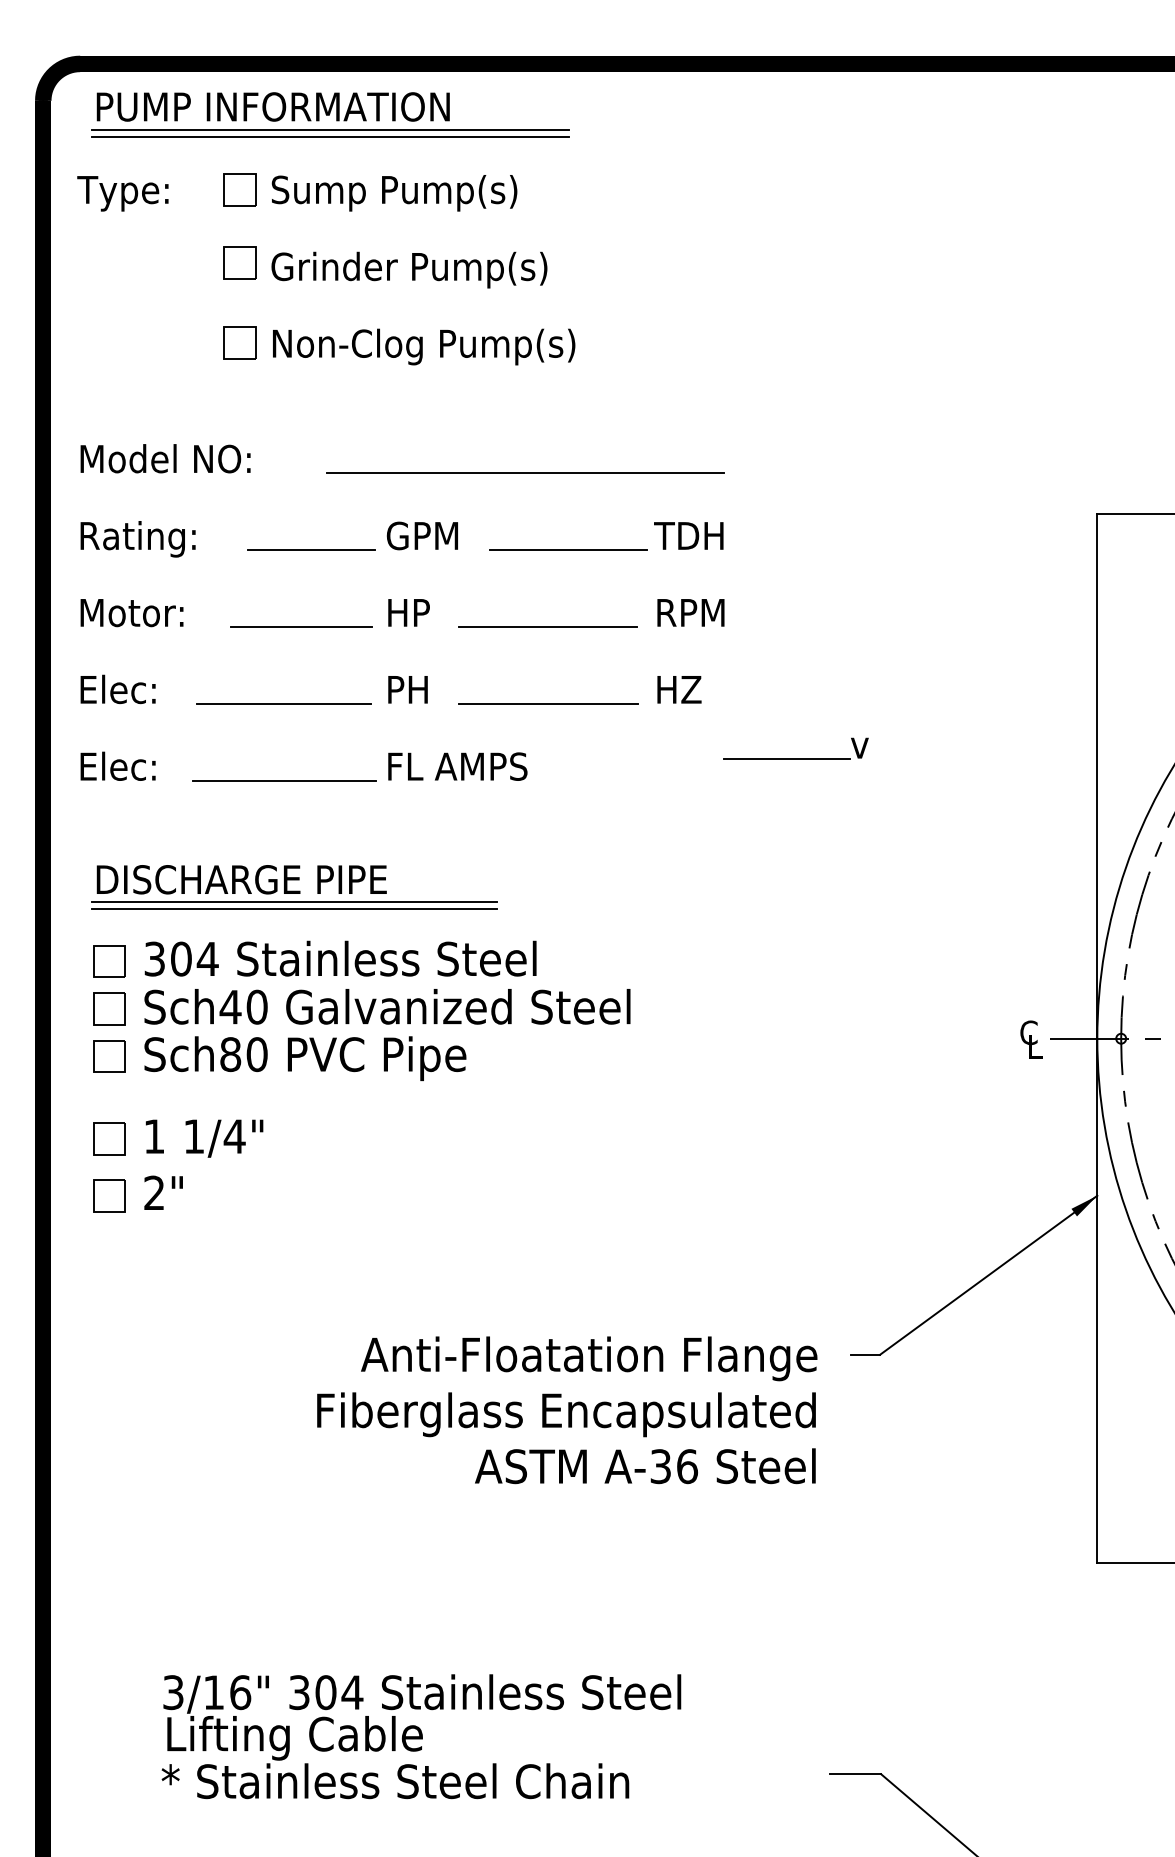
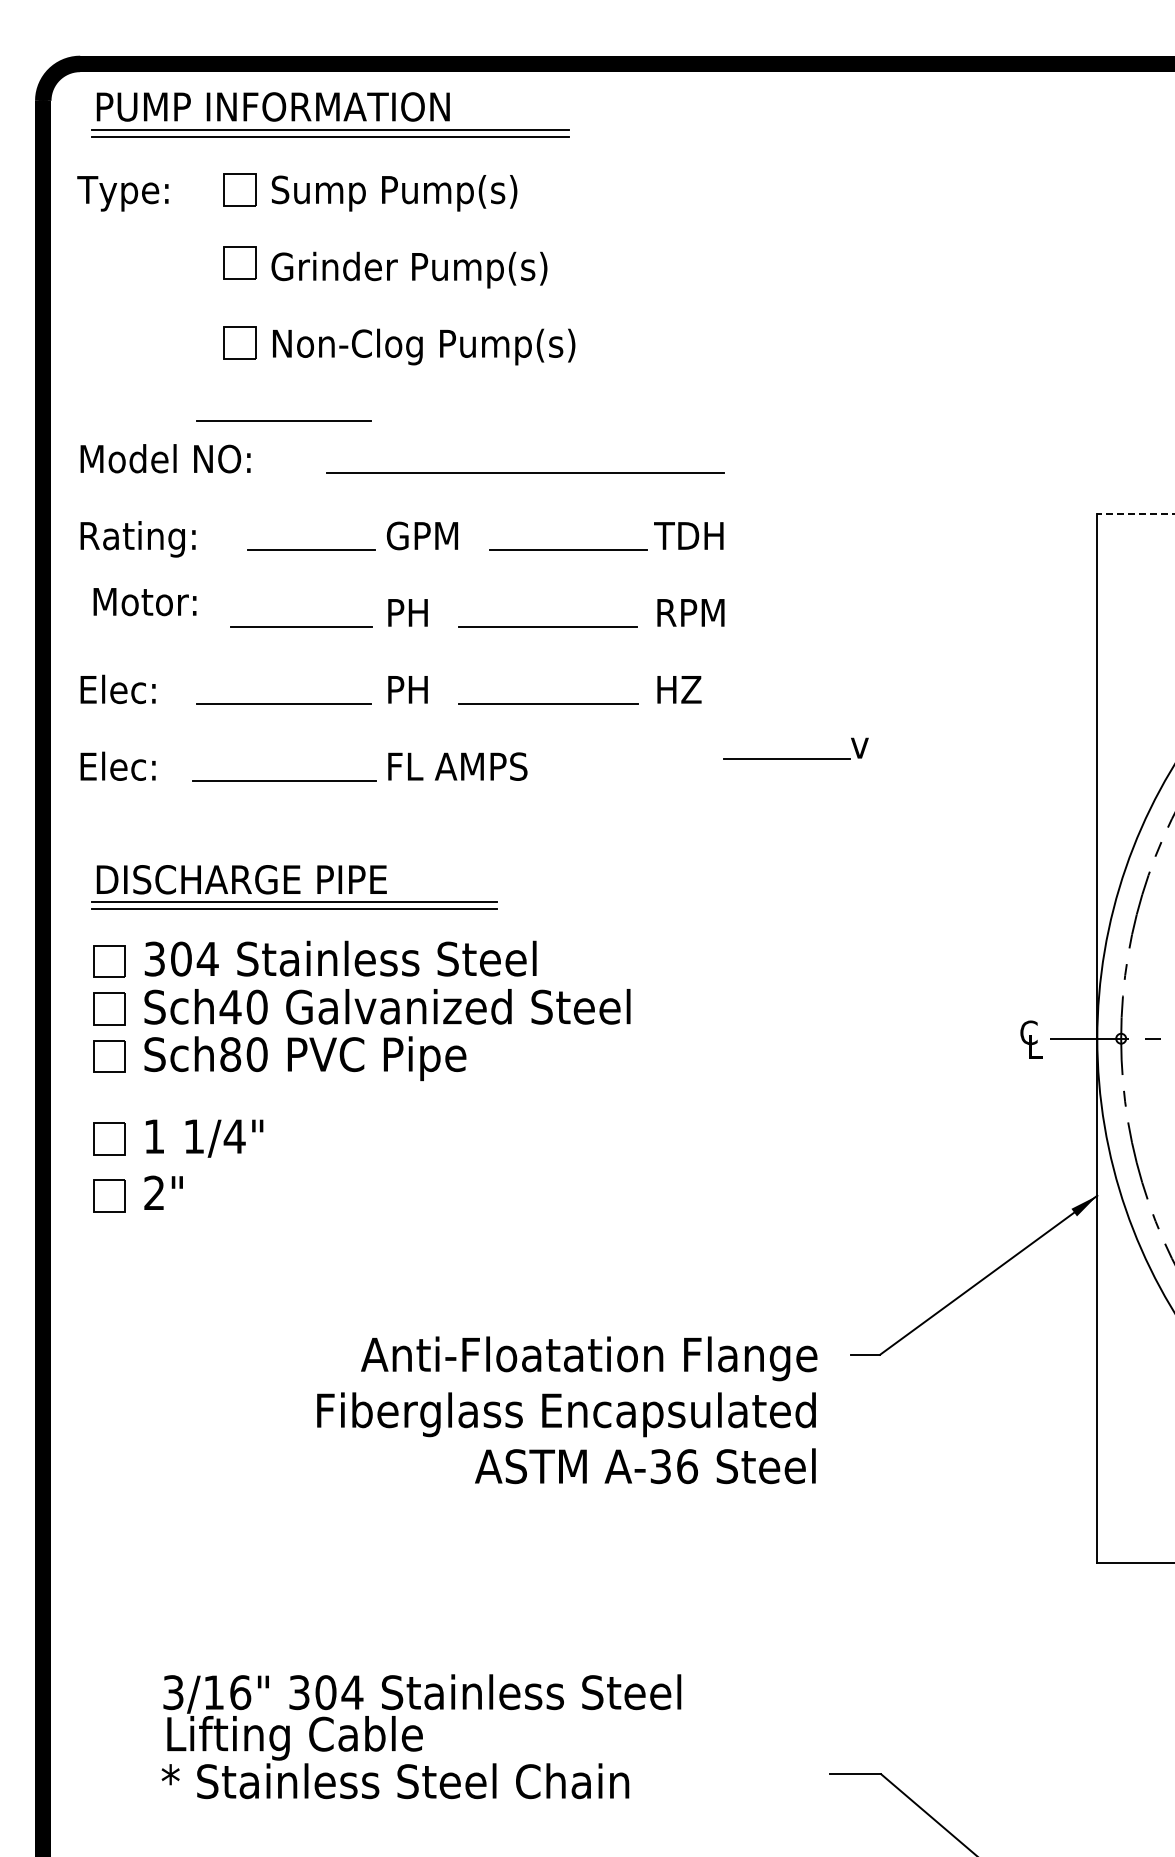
line at (283, 420): none -> present
line at (1135, 514): solid -> dashed
text at (410, 612): HP -> PH
text at (131, 613) position: (131, 613) -> (144, 602)
